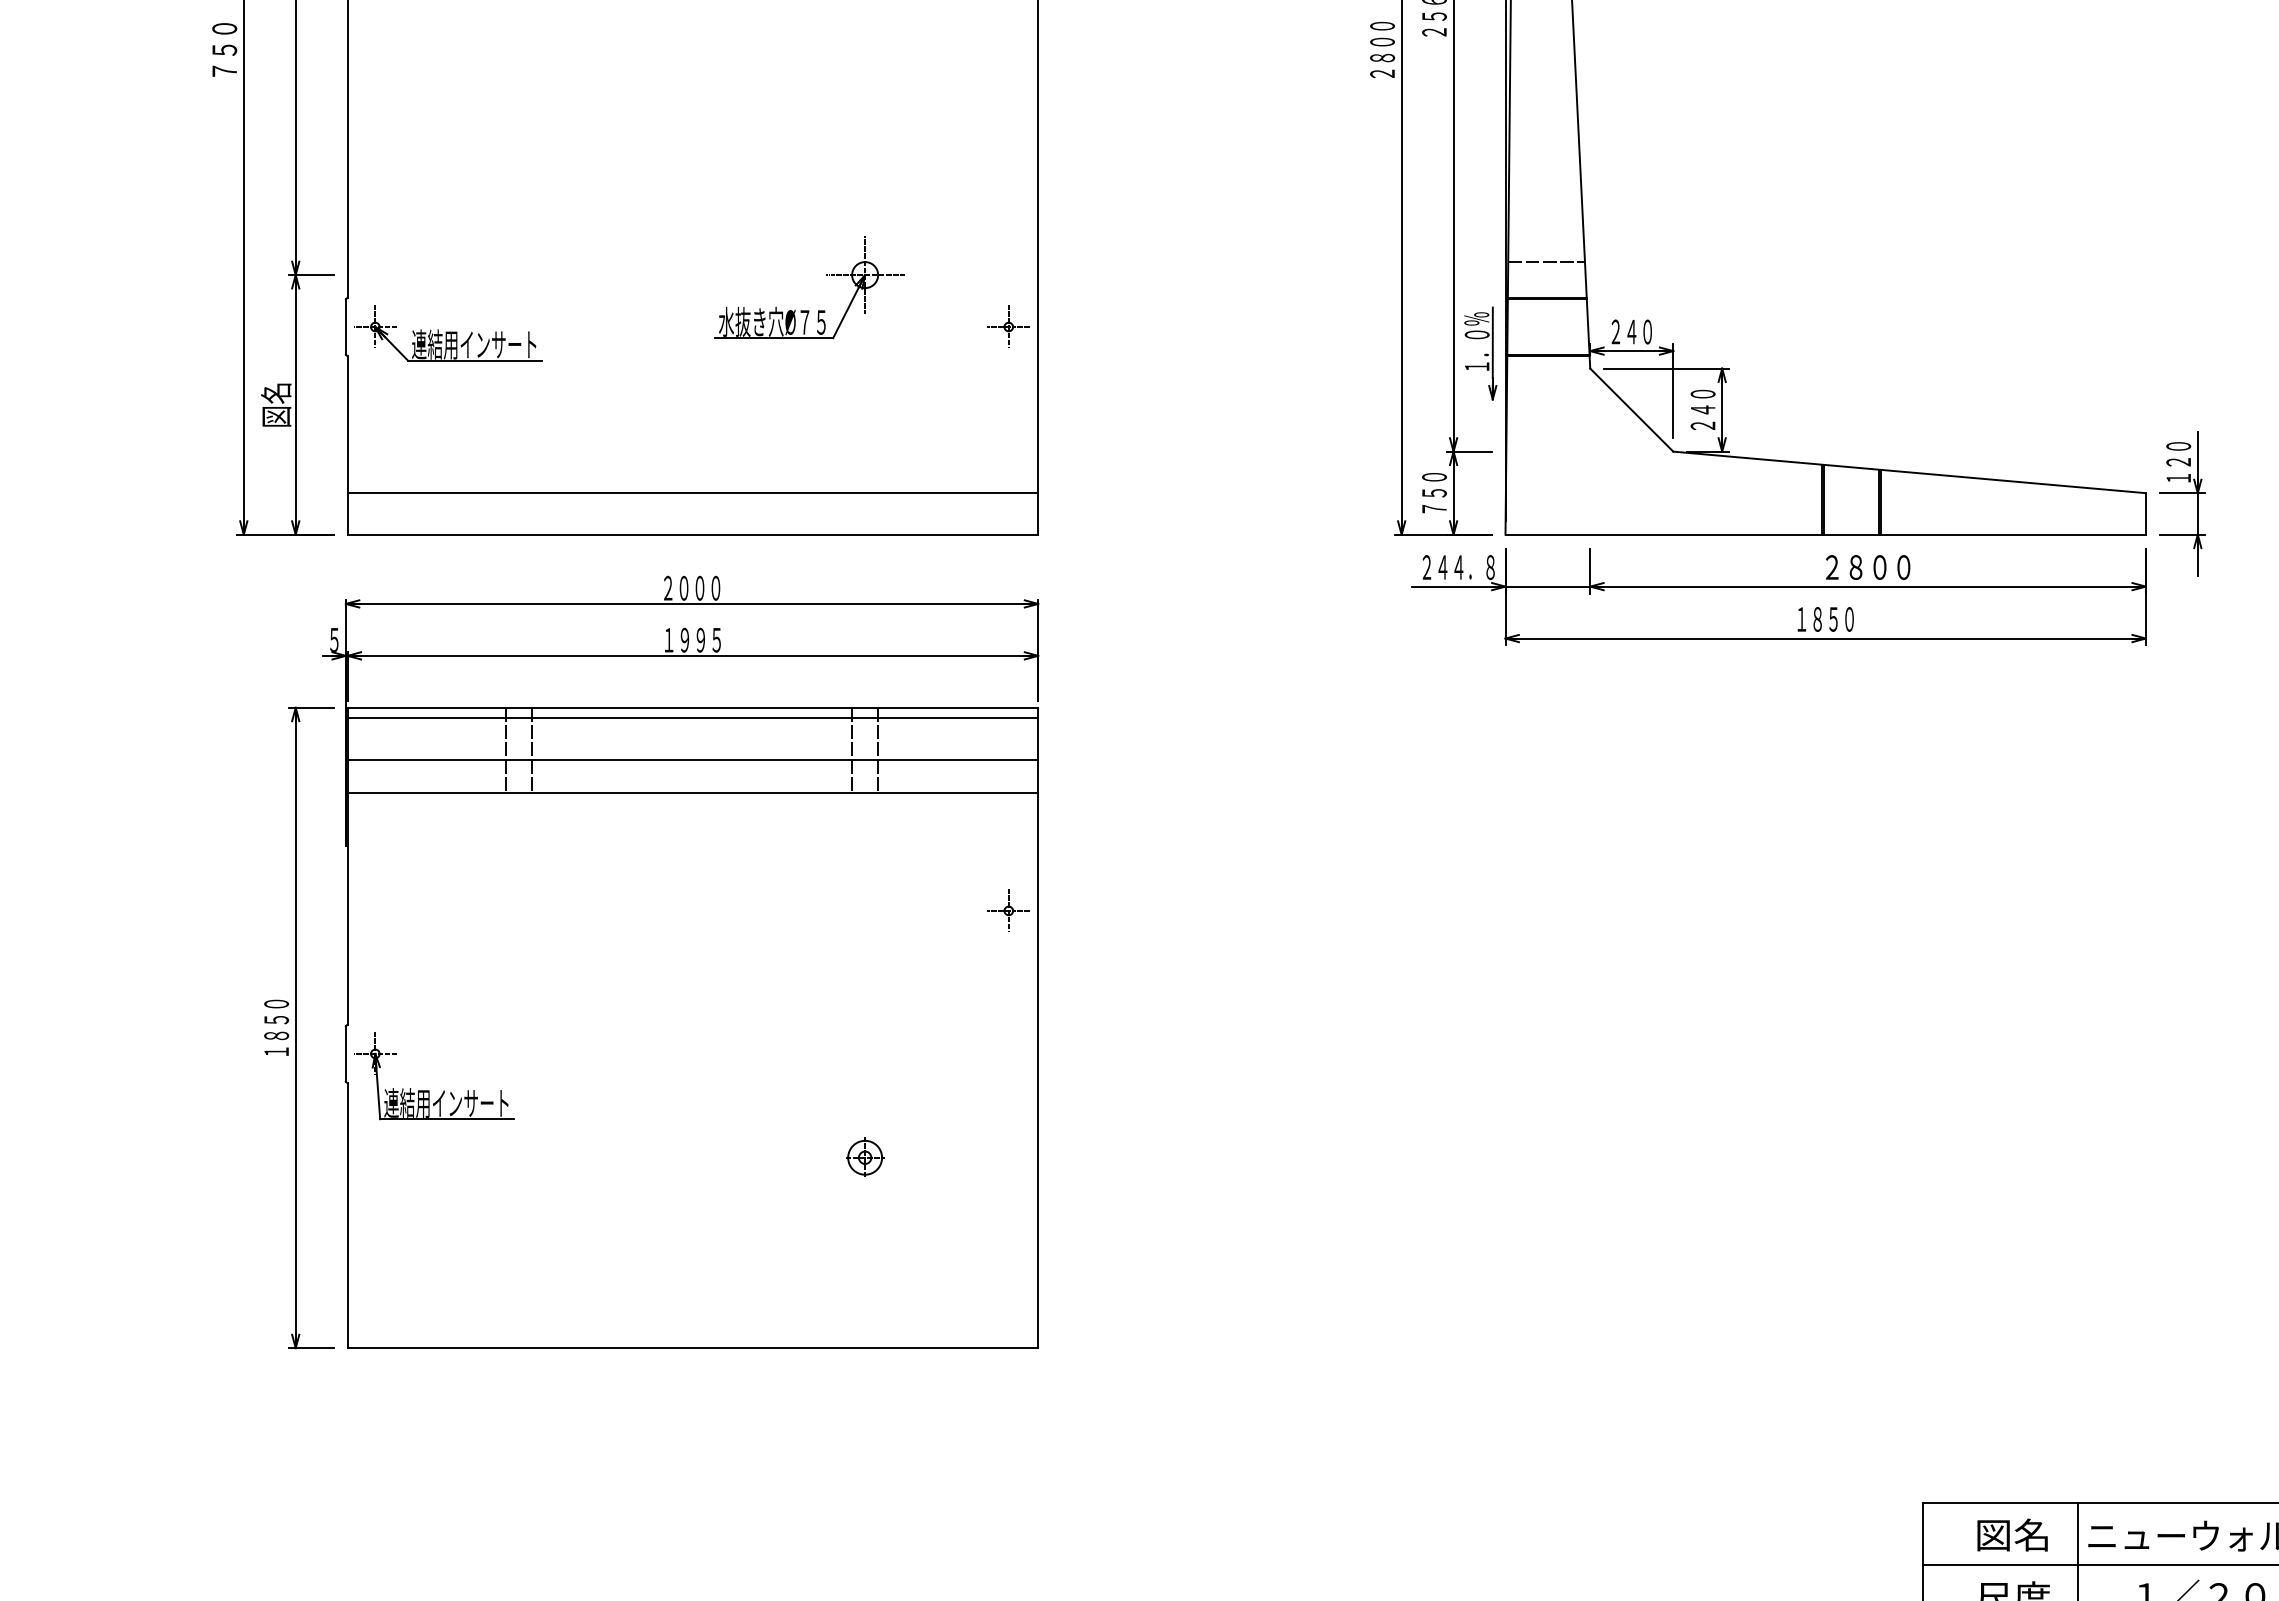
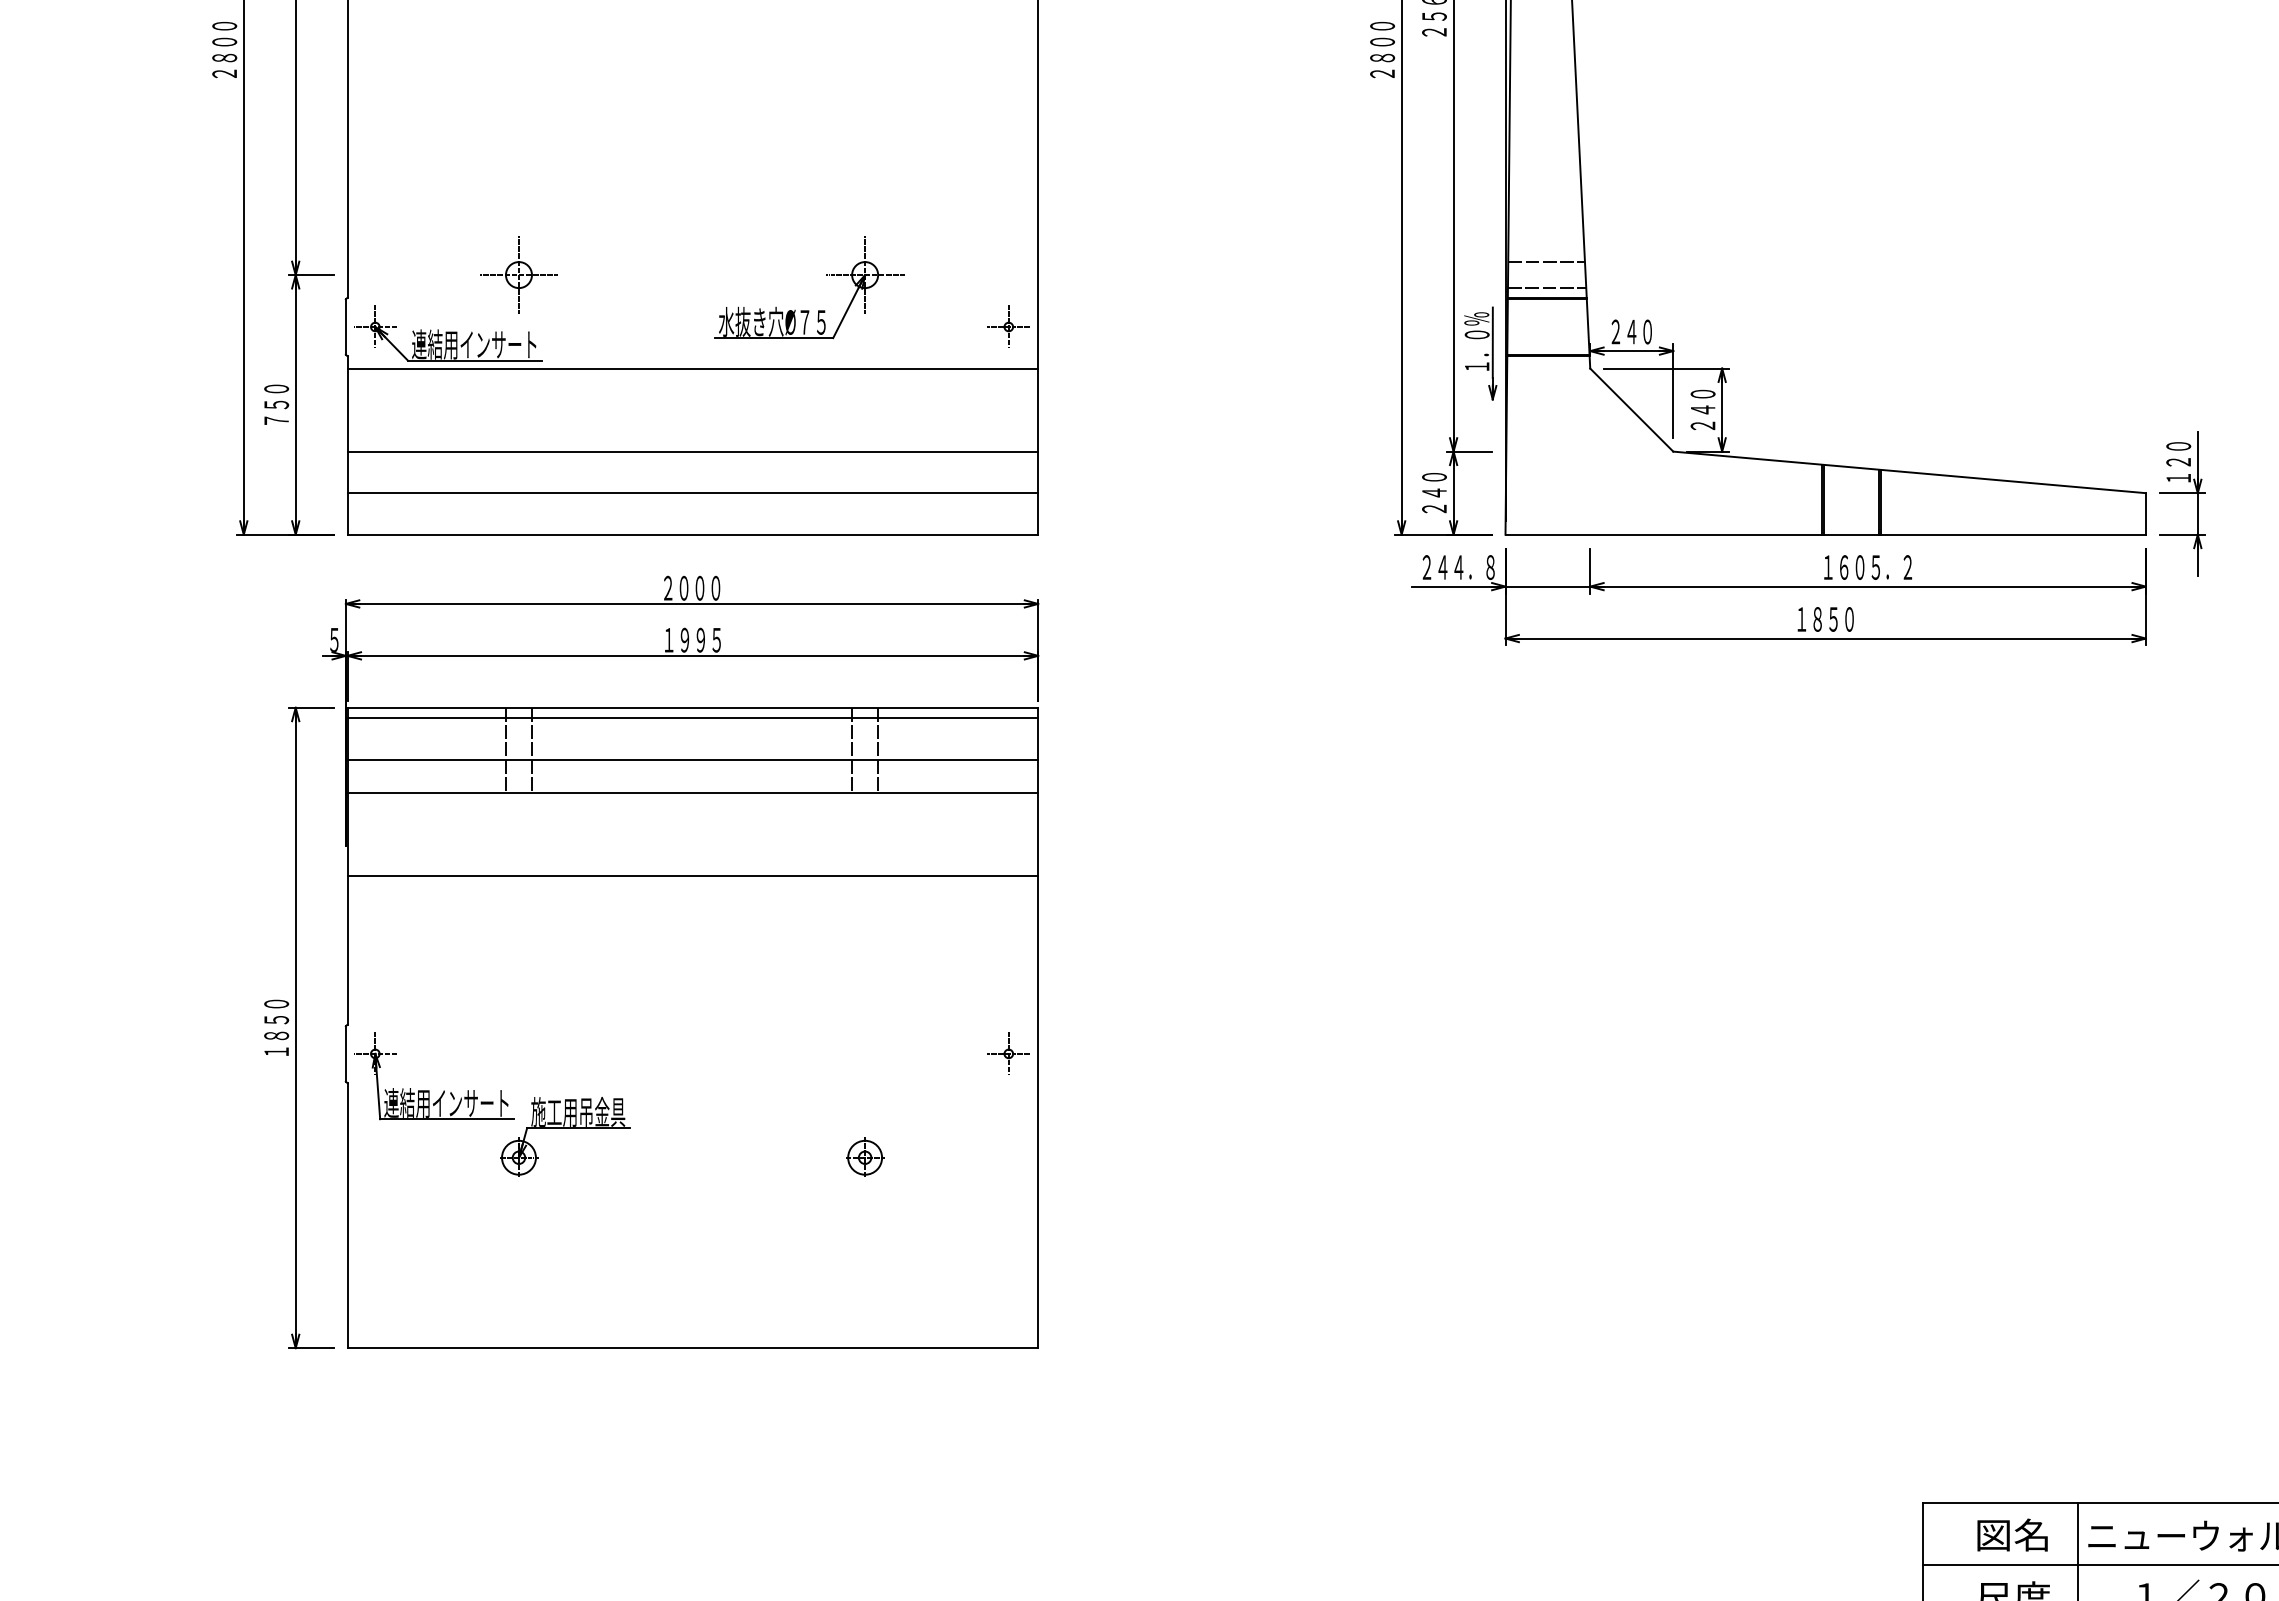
text at (224, 50): ７５０ -> ２８００
part at (518, 274): none -> present
line at (1547, 288): none -> present
line at (692, 368): none -> present
text at (276, 404): 図名 -> ７５０
line at (692, 451): none -> present
text at (1434, 500): ７５０ -> ２４０
text at (1868, 567): ２８００ -> １６０５．２
line at (692, 875): none -> present
part at (1008, 910) position: (1008, 910) -> (1008, 1053)
part at (565, 1128): none -> present
